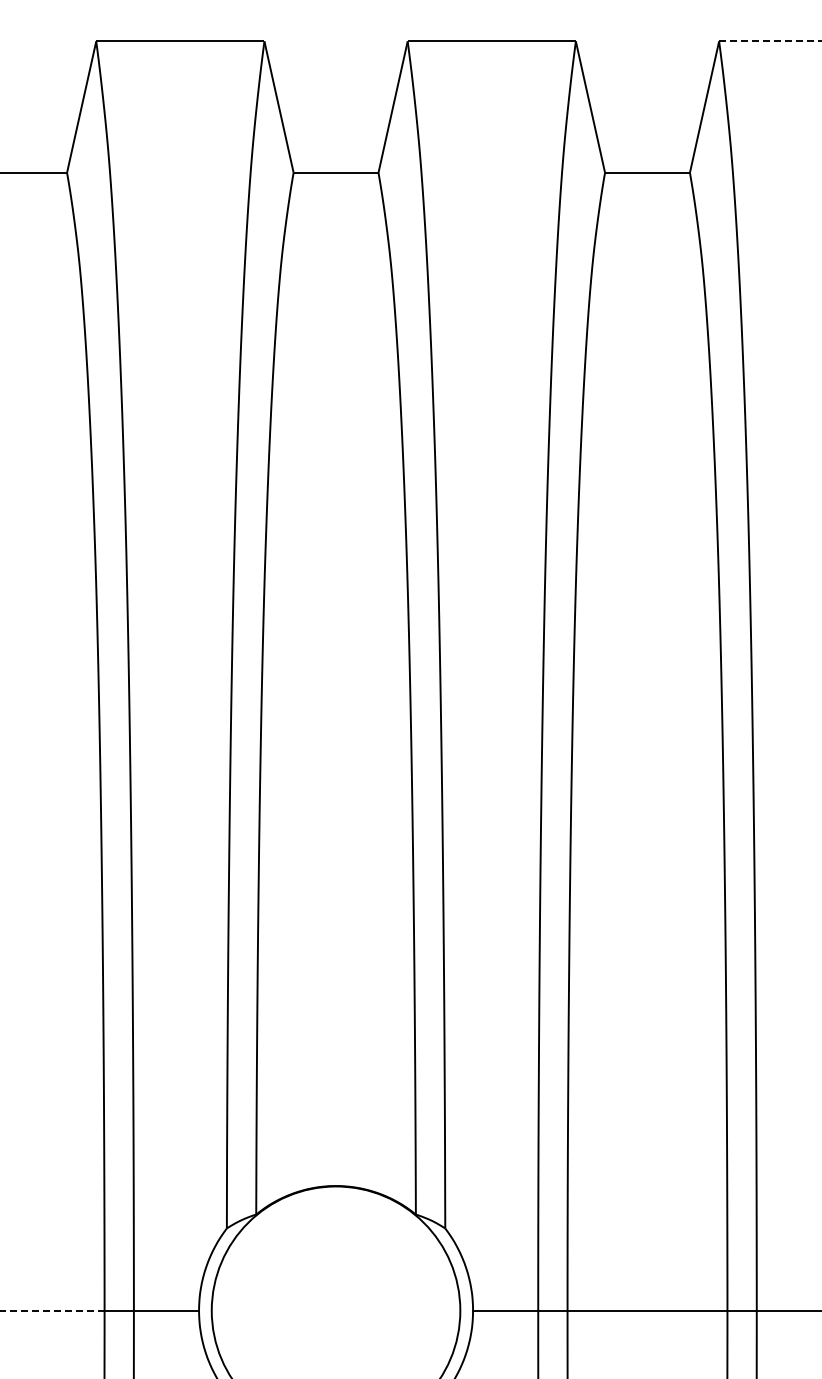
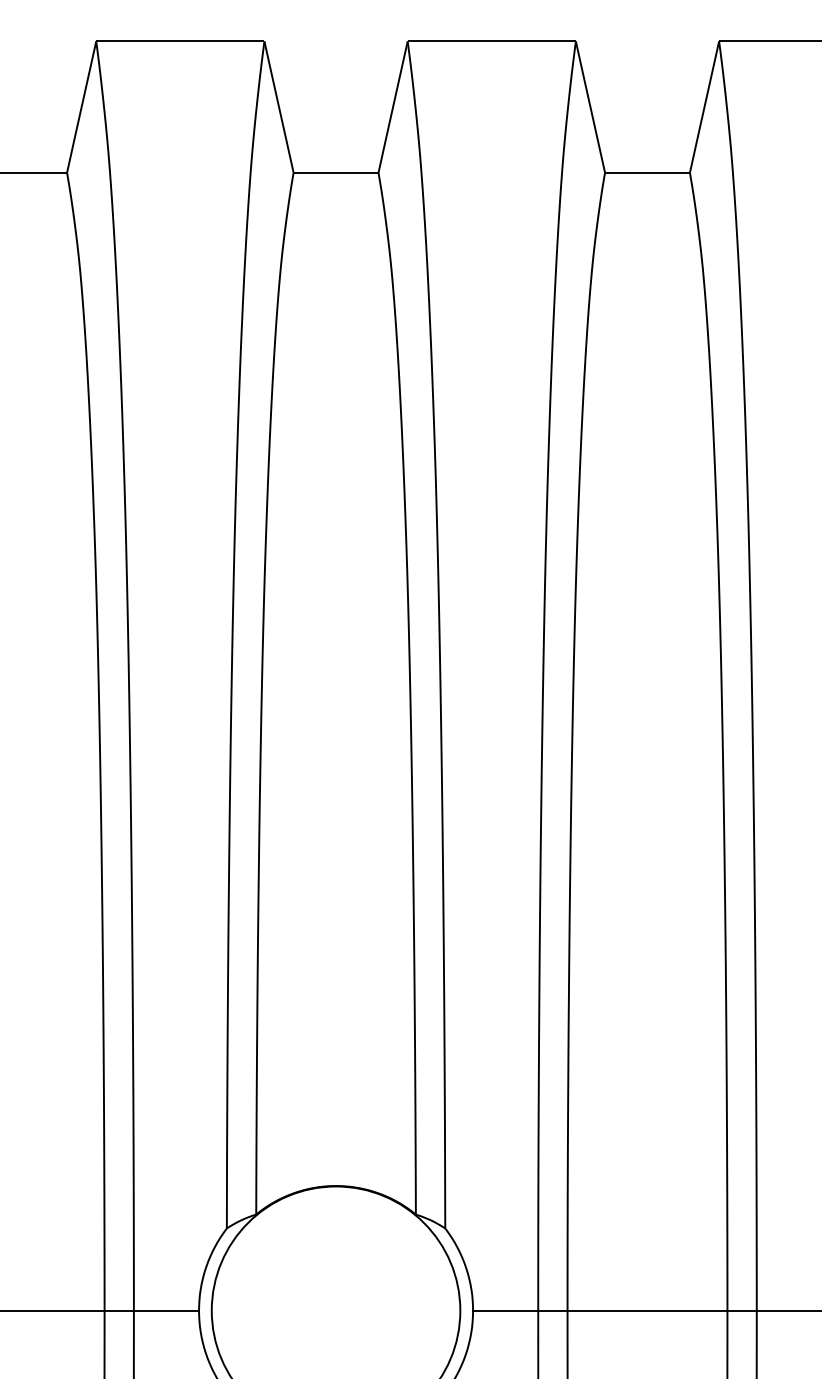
line at (770, 41): dashed -> solid
line at (52, 1310): dashed -> solid
